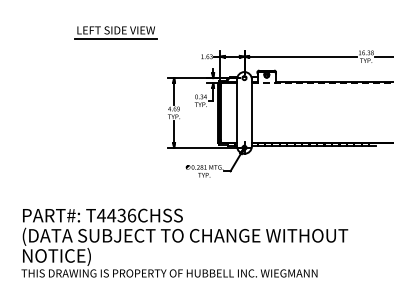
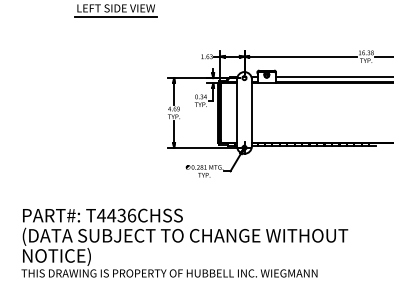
part at (115, 32) position: (115, 32) -> (115, 10)
line at (333, 77): none -> present
line at (322, 83): dashed -> solid
